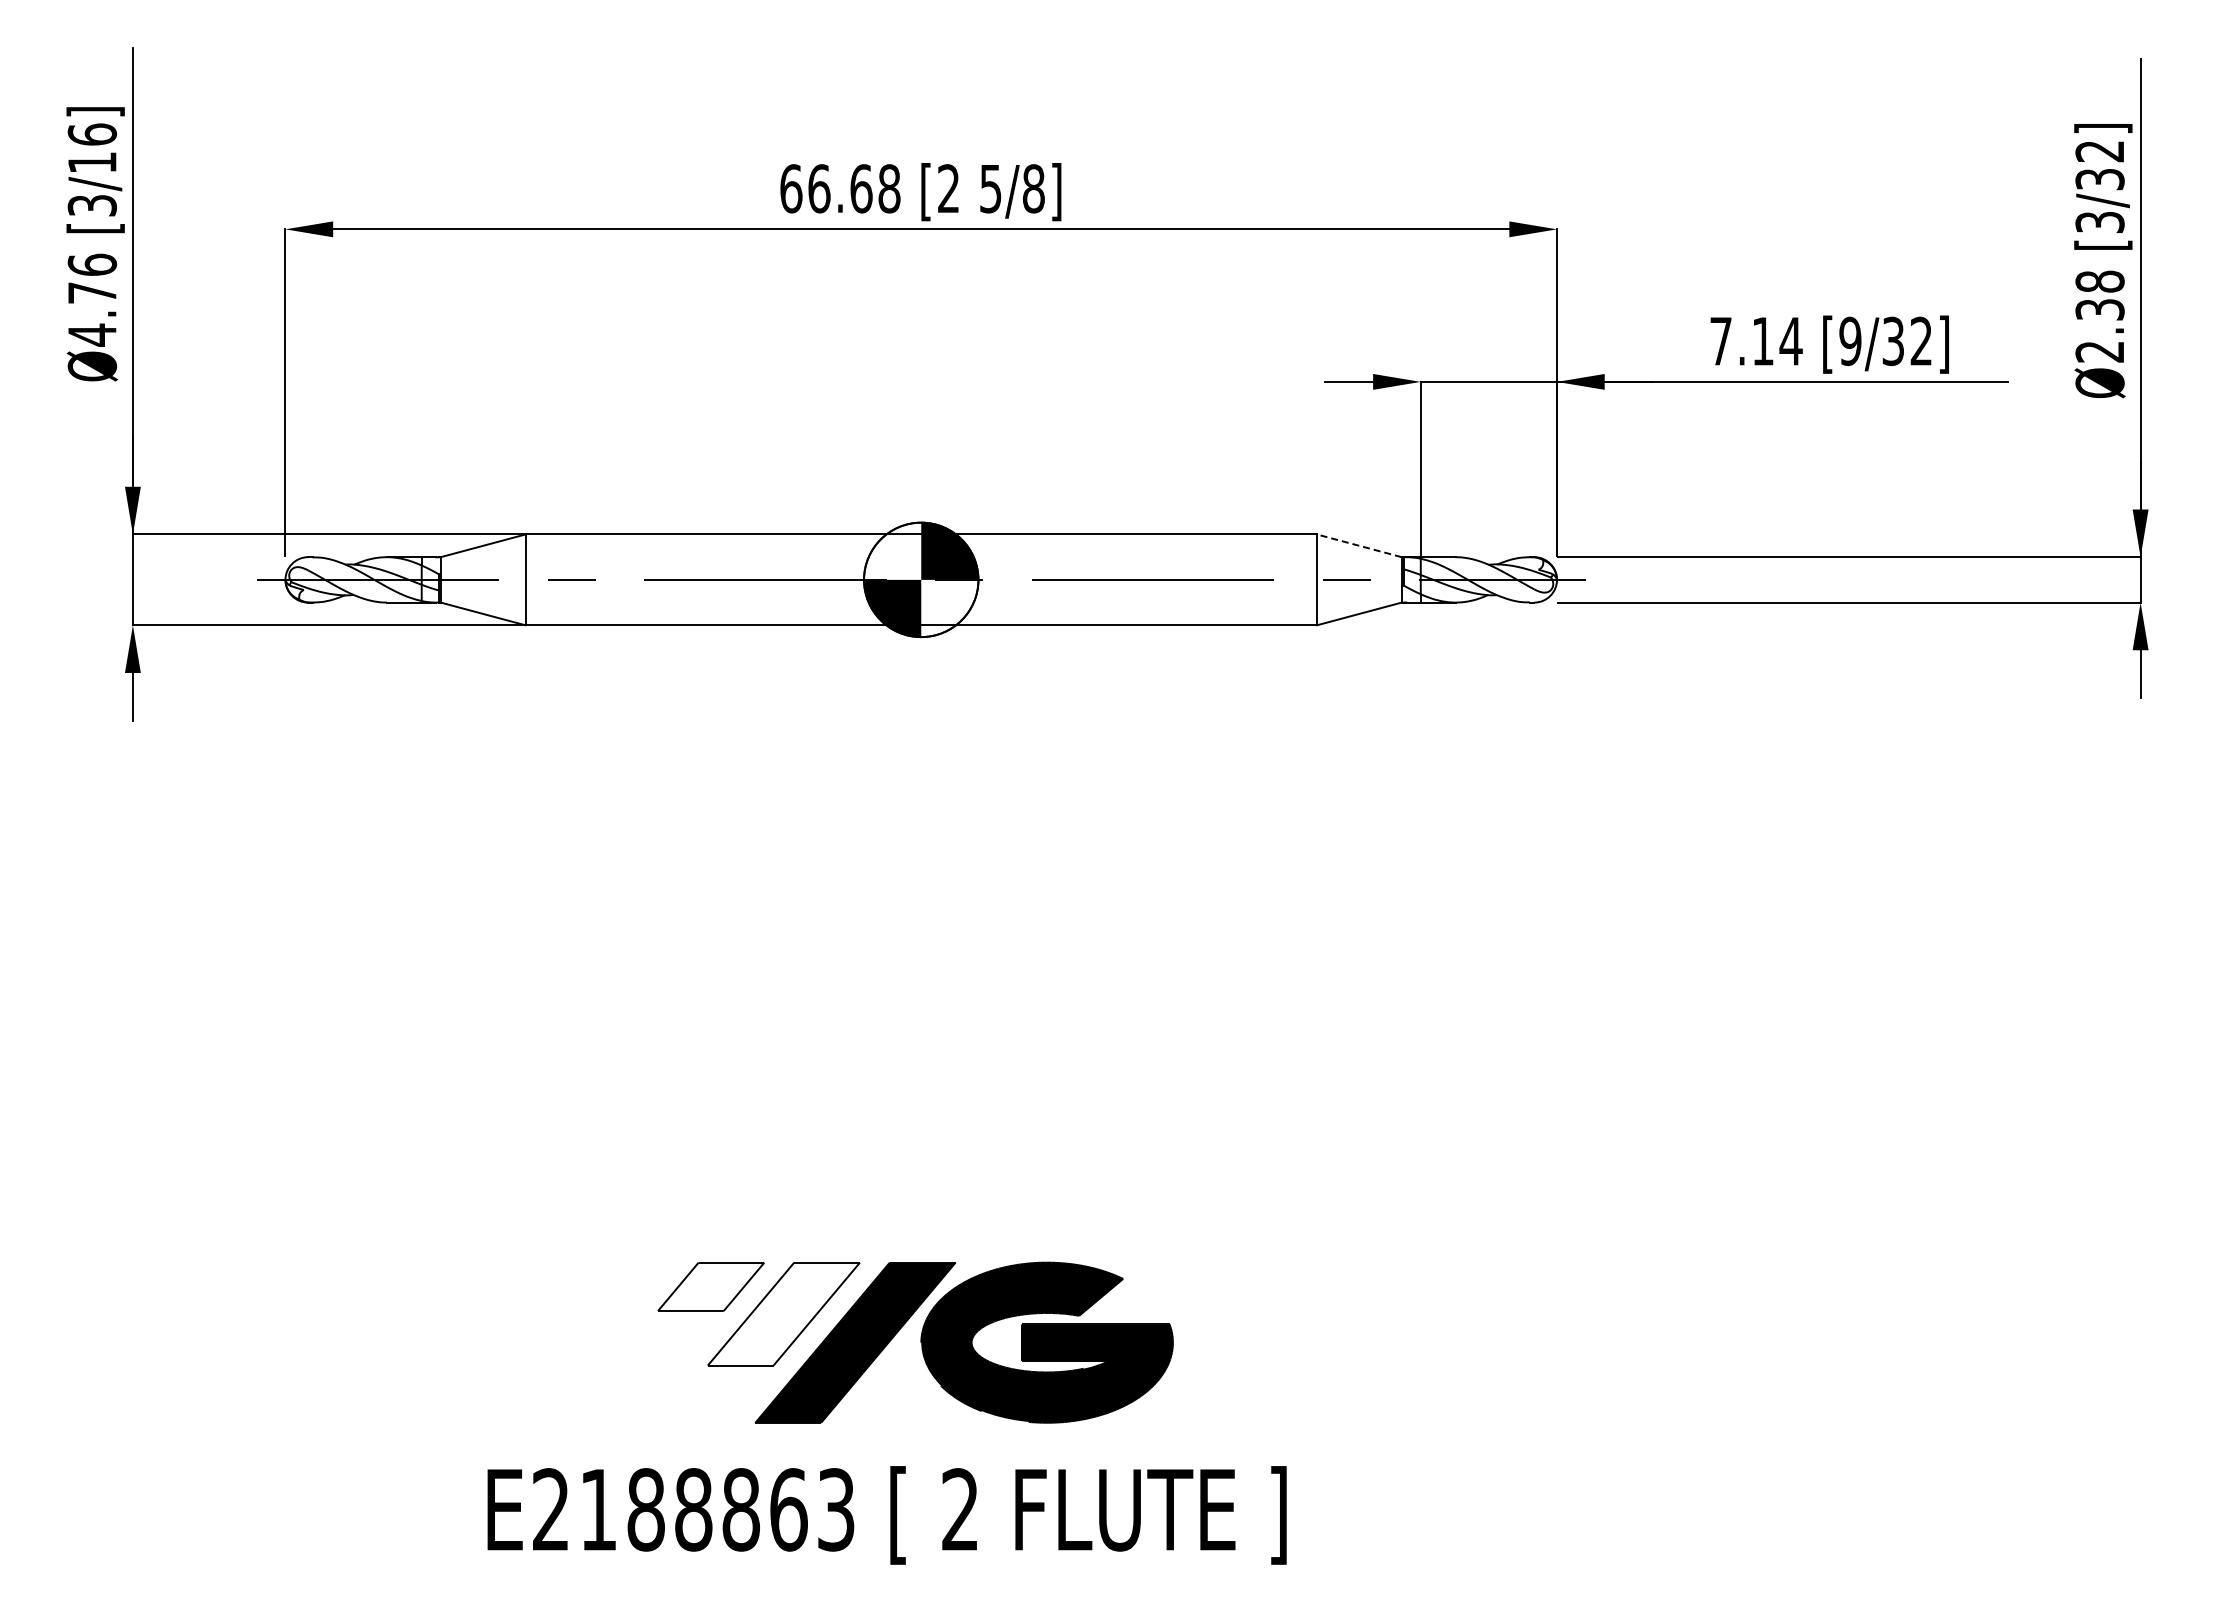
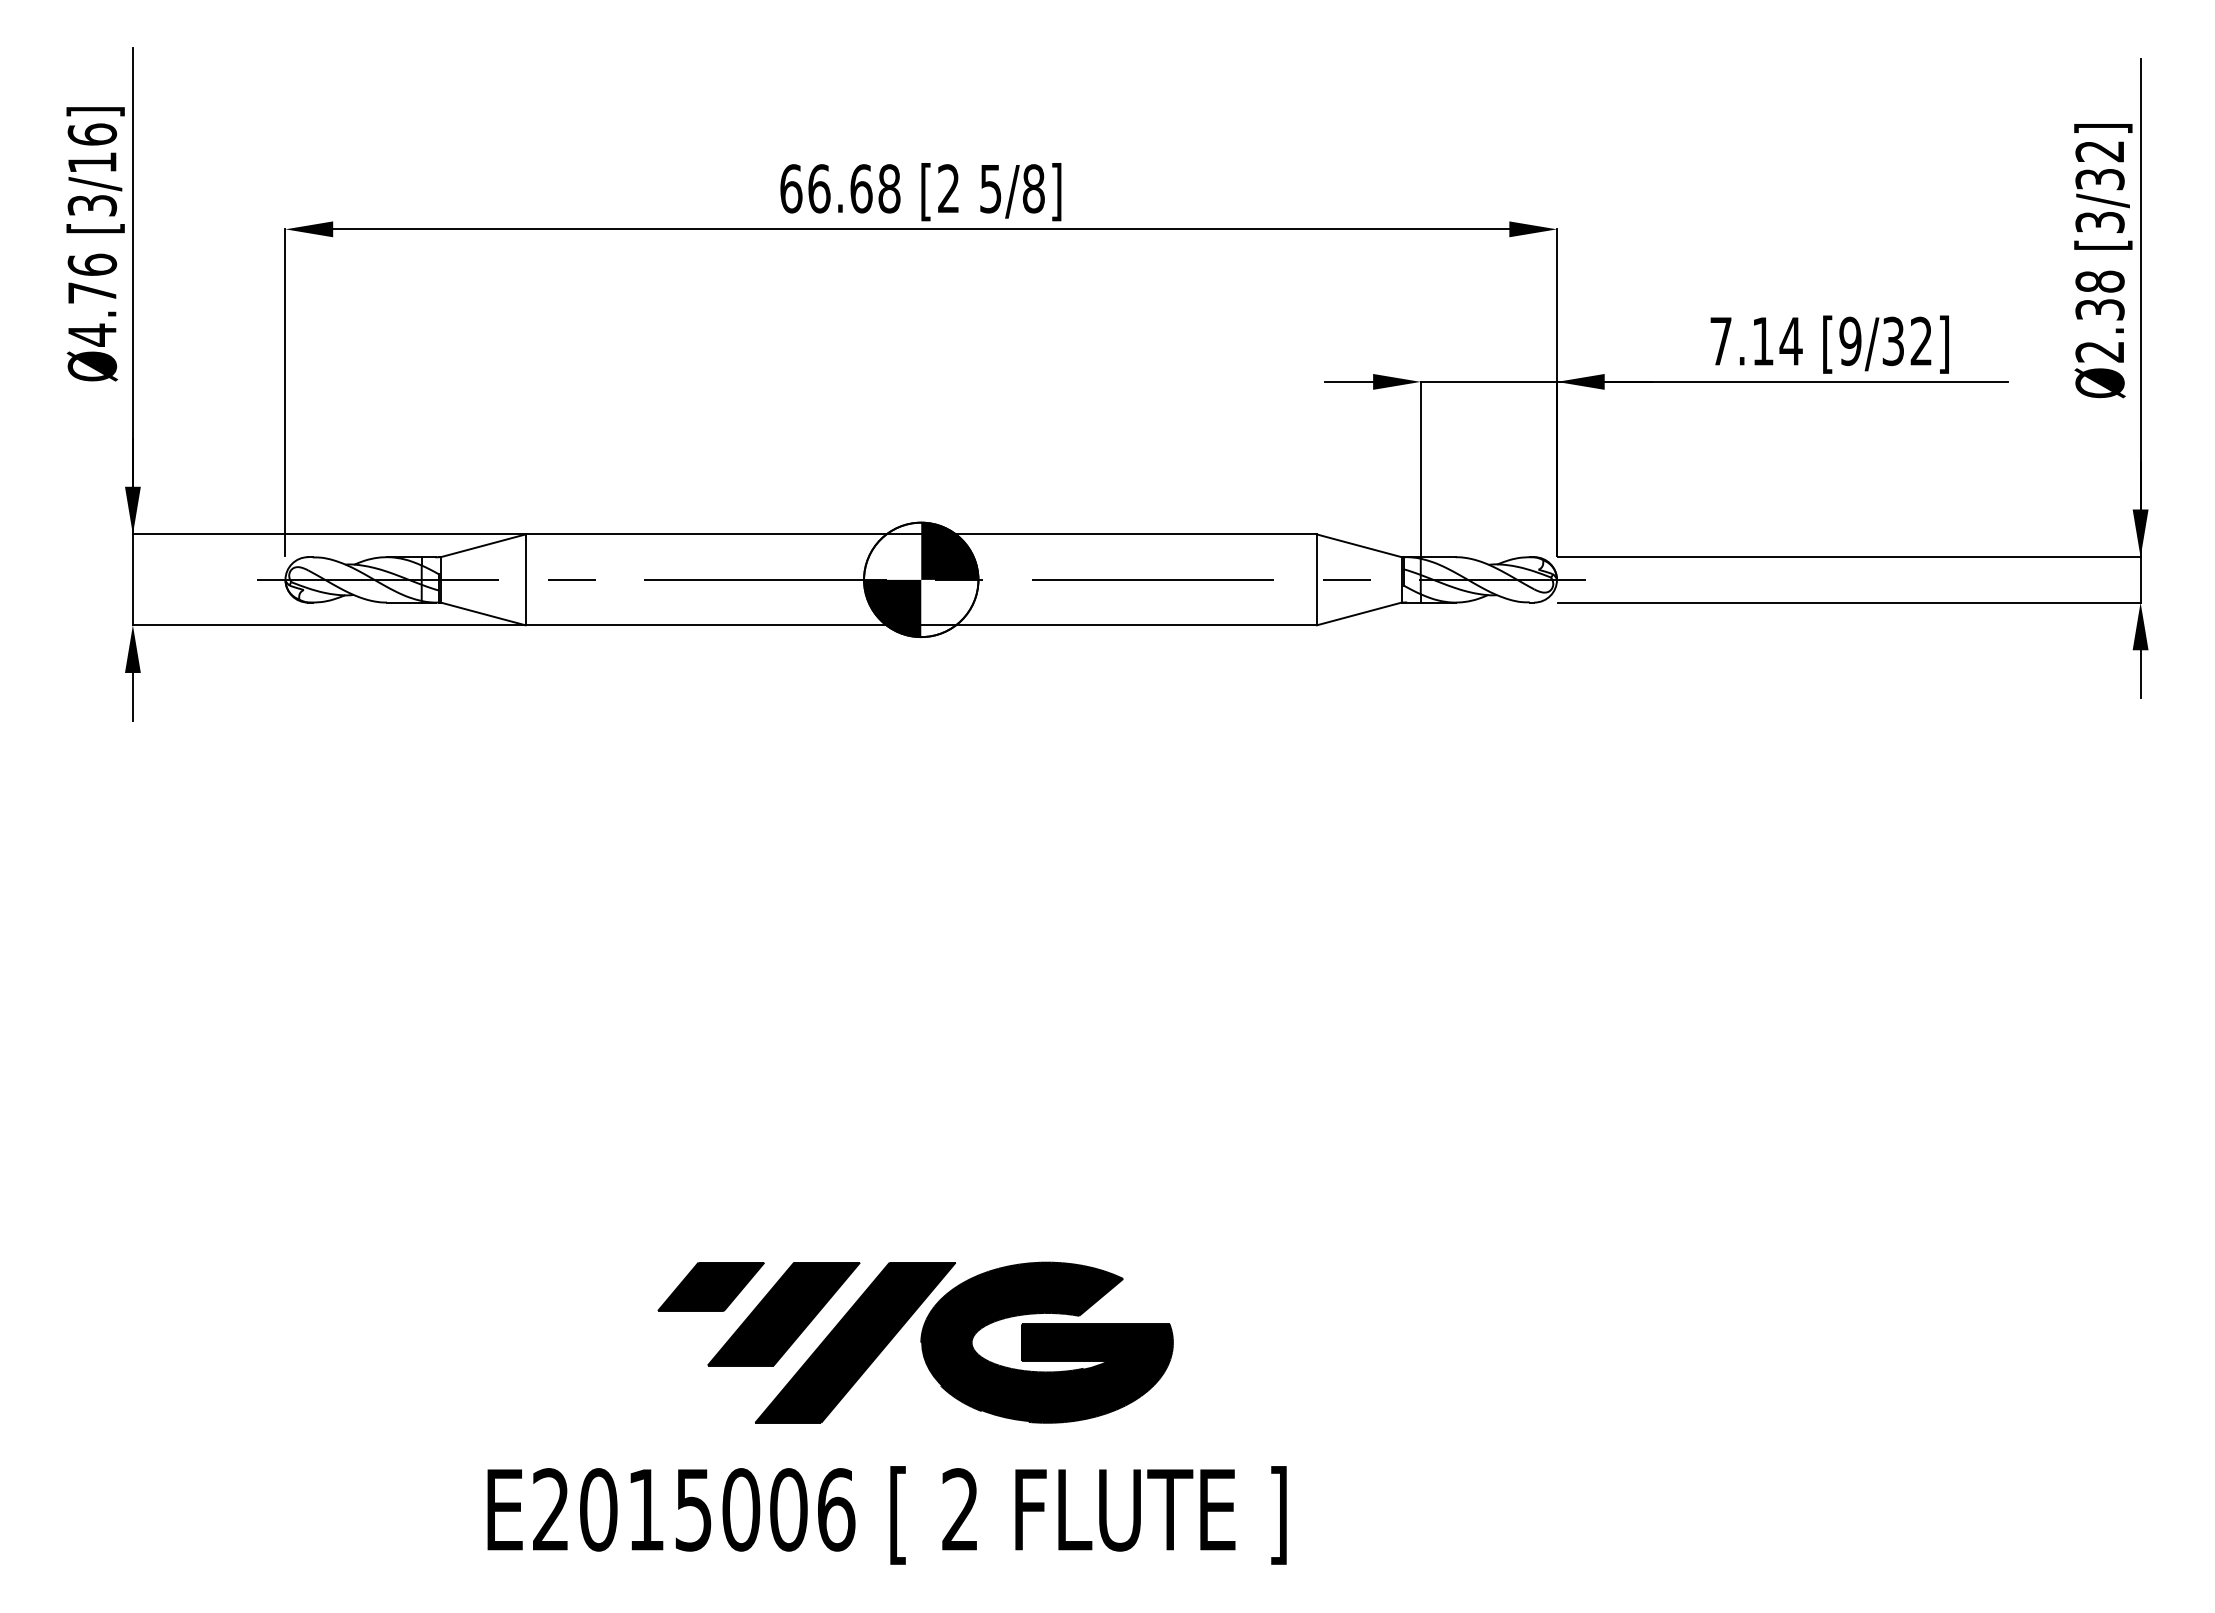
line at (1359, 545): dashed -> solid
fill at (711, 1286): none -> present
fill at (783, 1313): none -> present
text at (717, 1509): E2188863 -> E2015006
